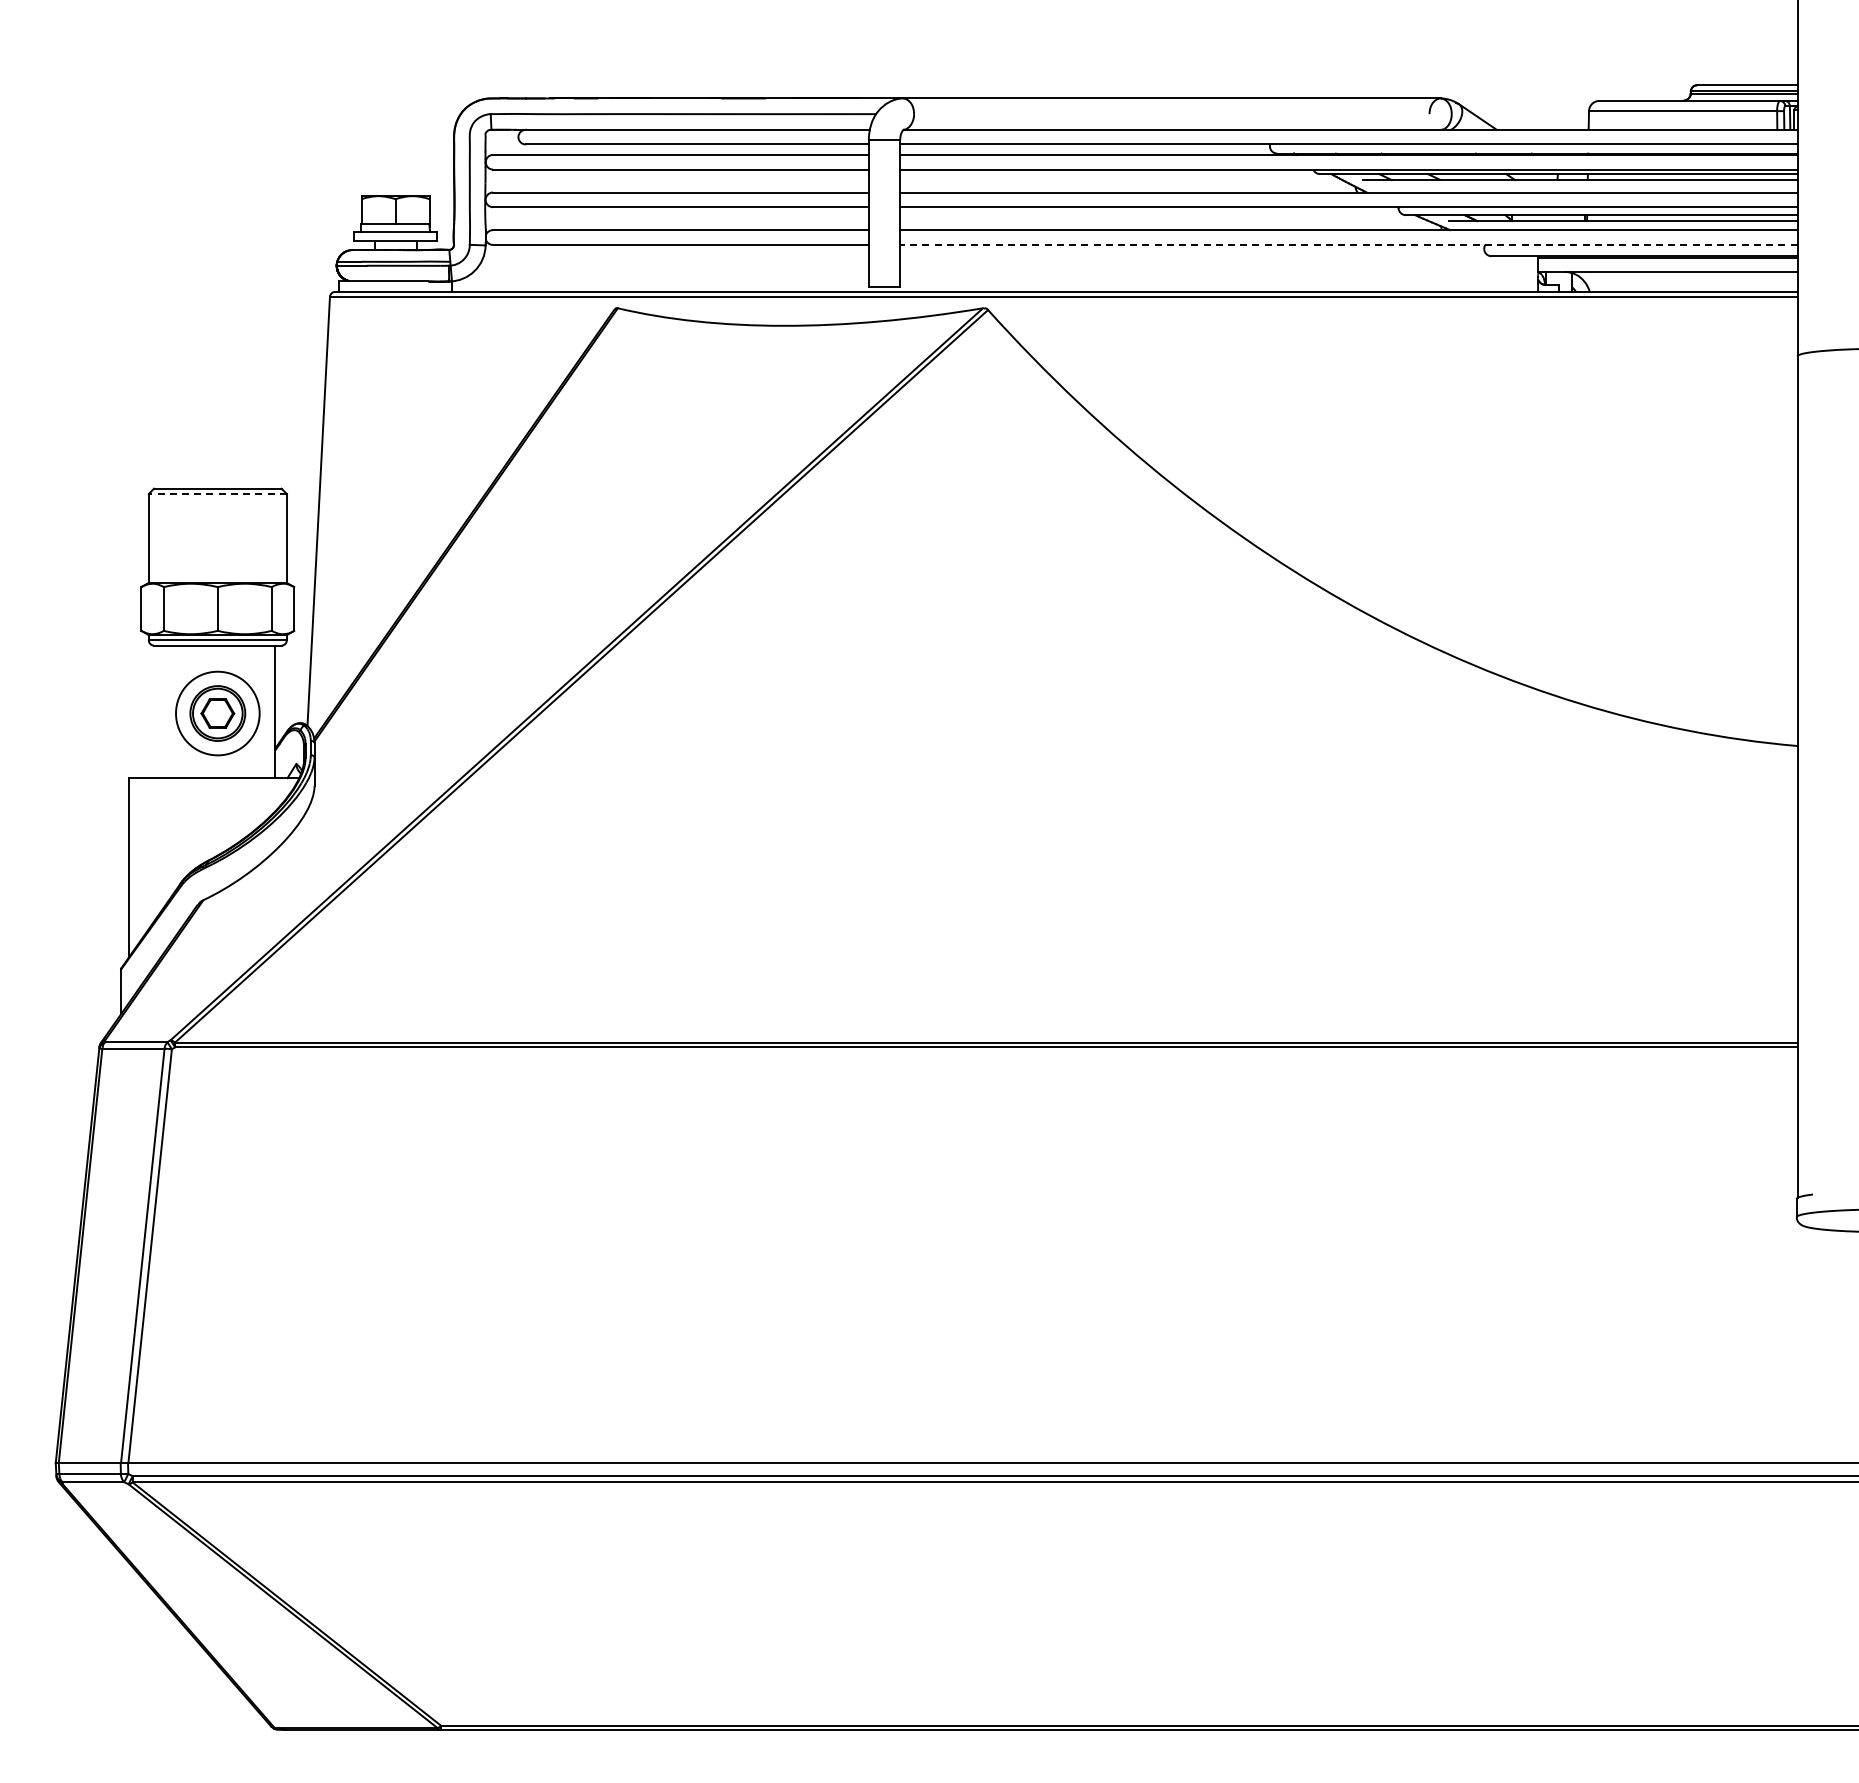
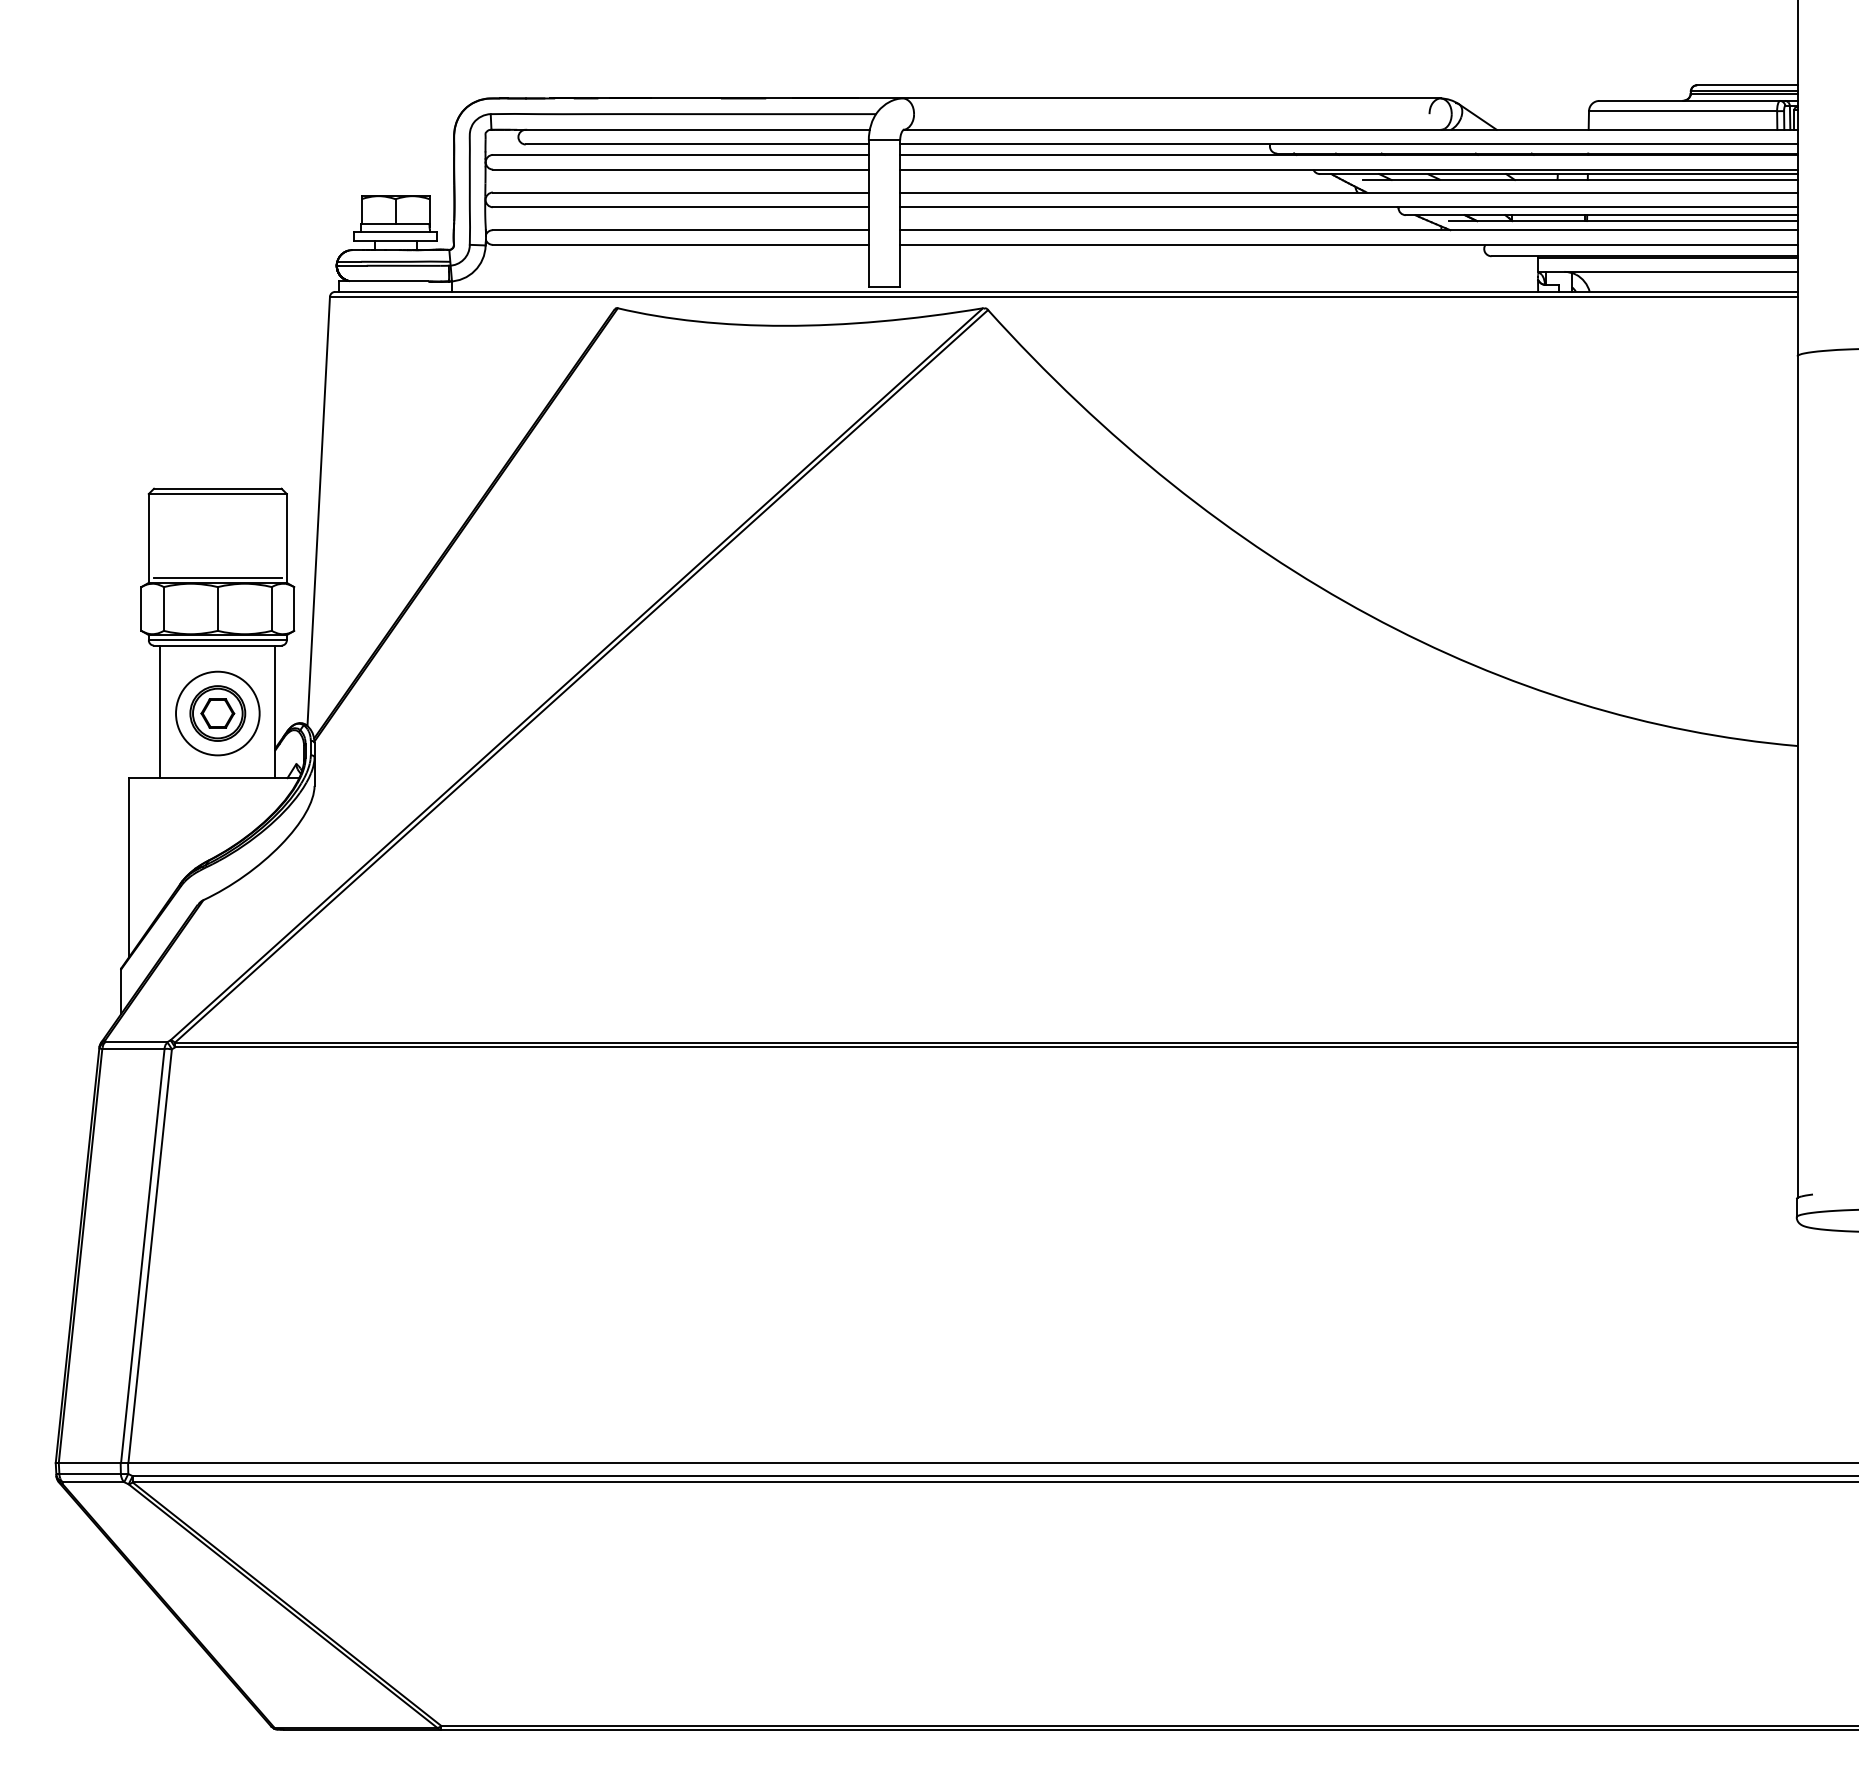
line at (1348, 244): dashed -> solid
line at (217, 493): dashed -> solid
line at (217, 577): none -> present
line at (160, 711): none -> present
